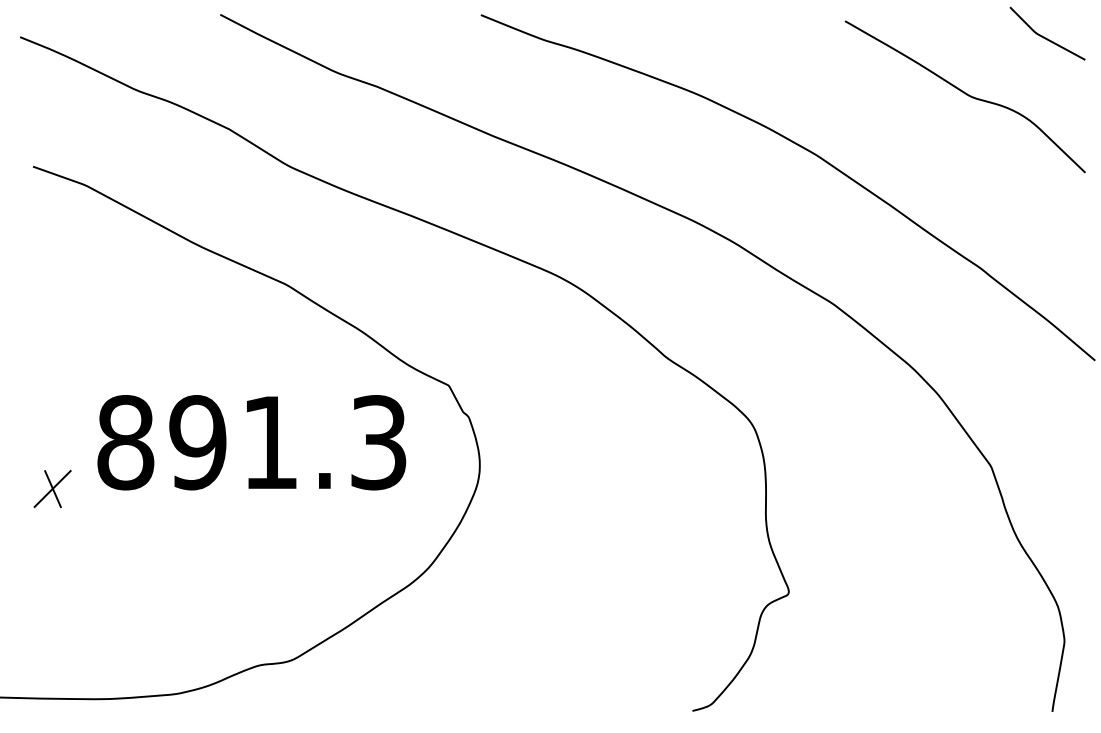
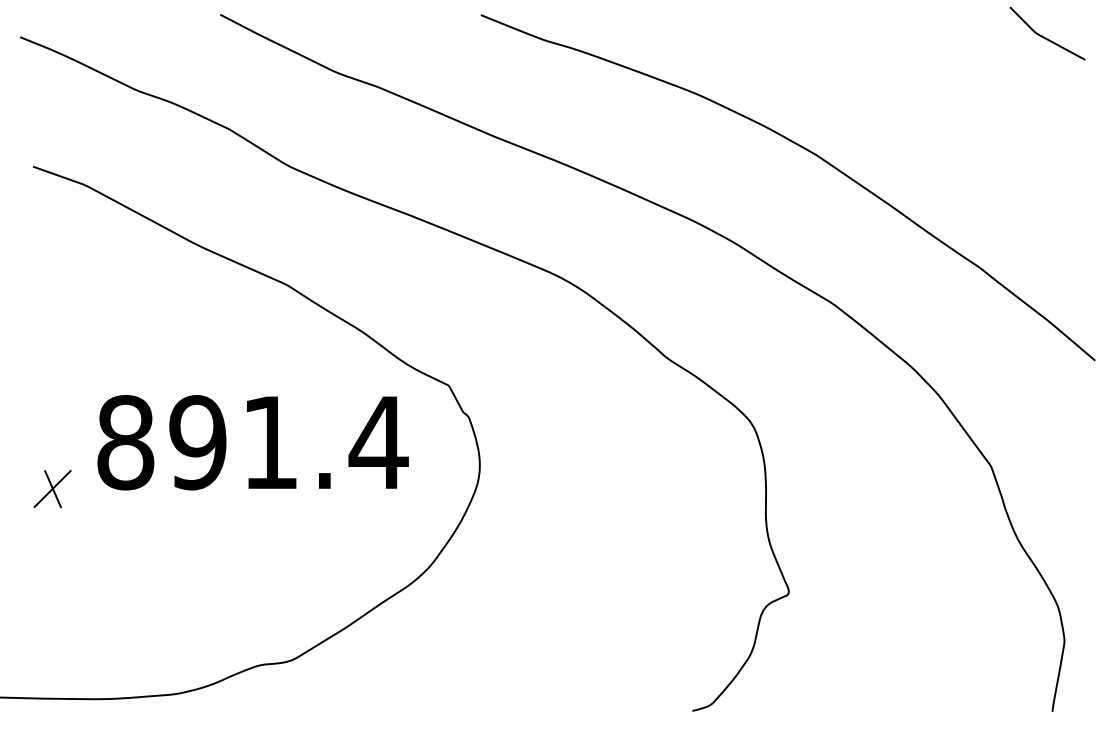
curve at (965, 94): present -> none
text at (378, 442): 891.3 -> 891.4
